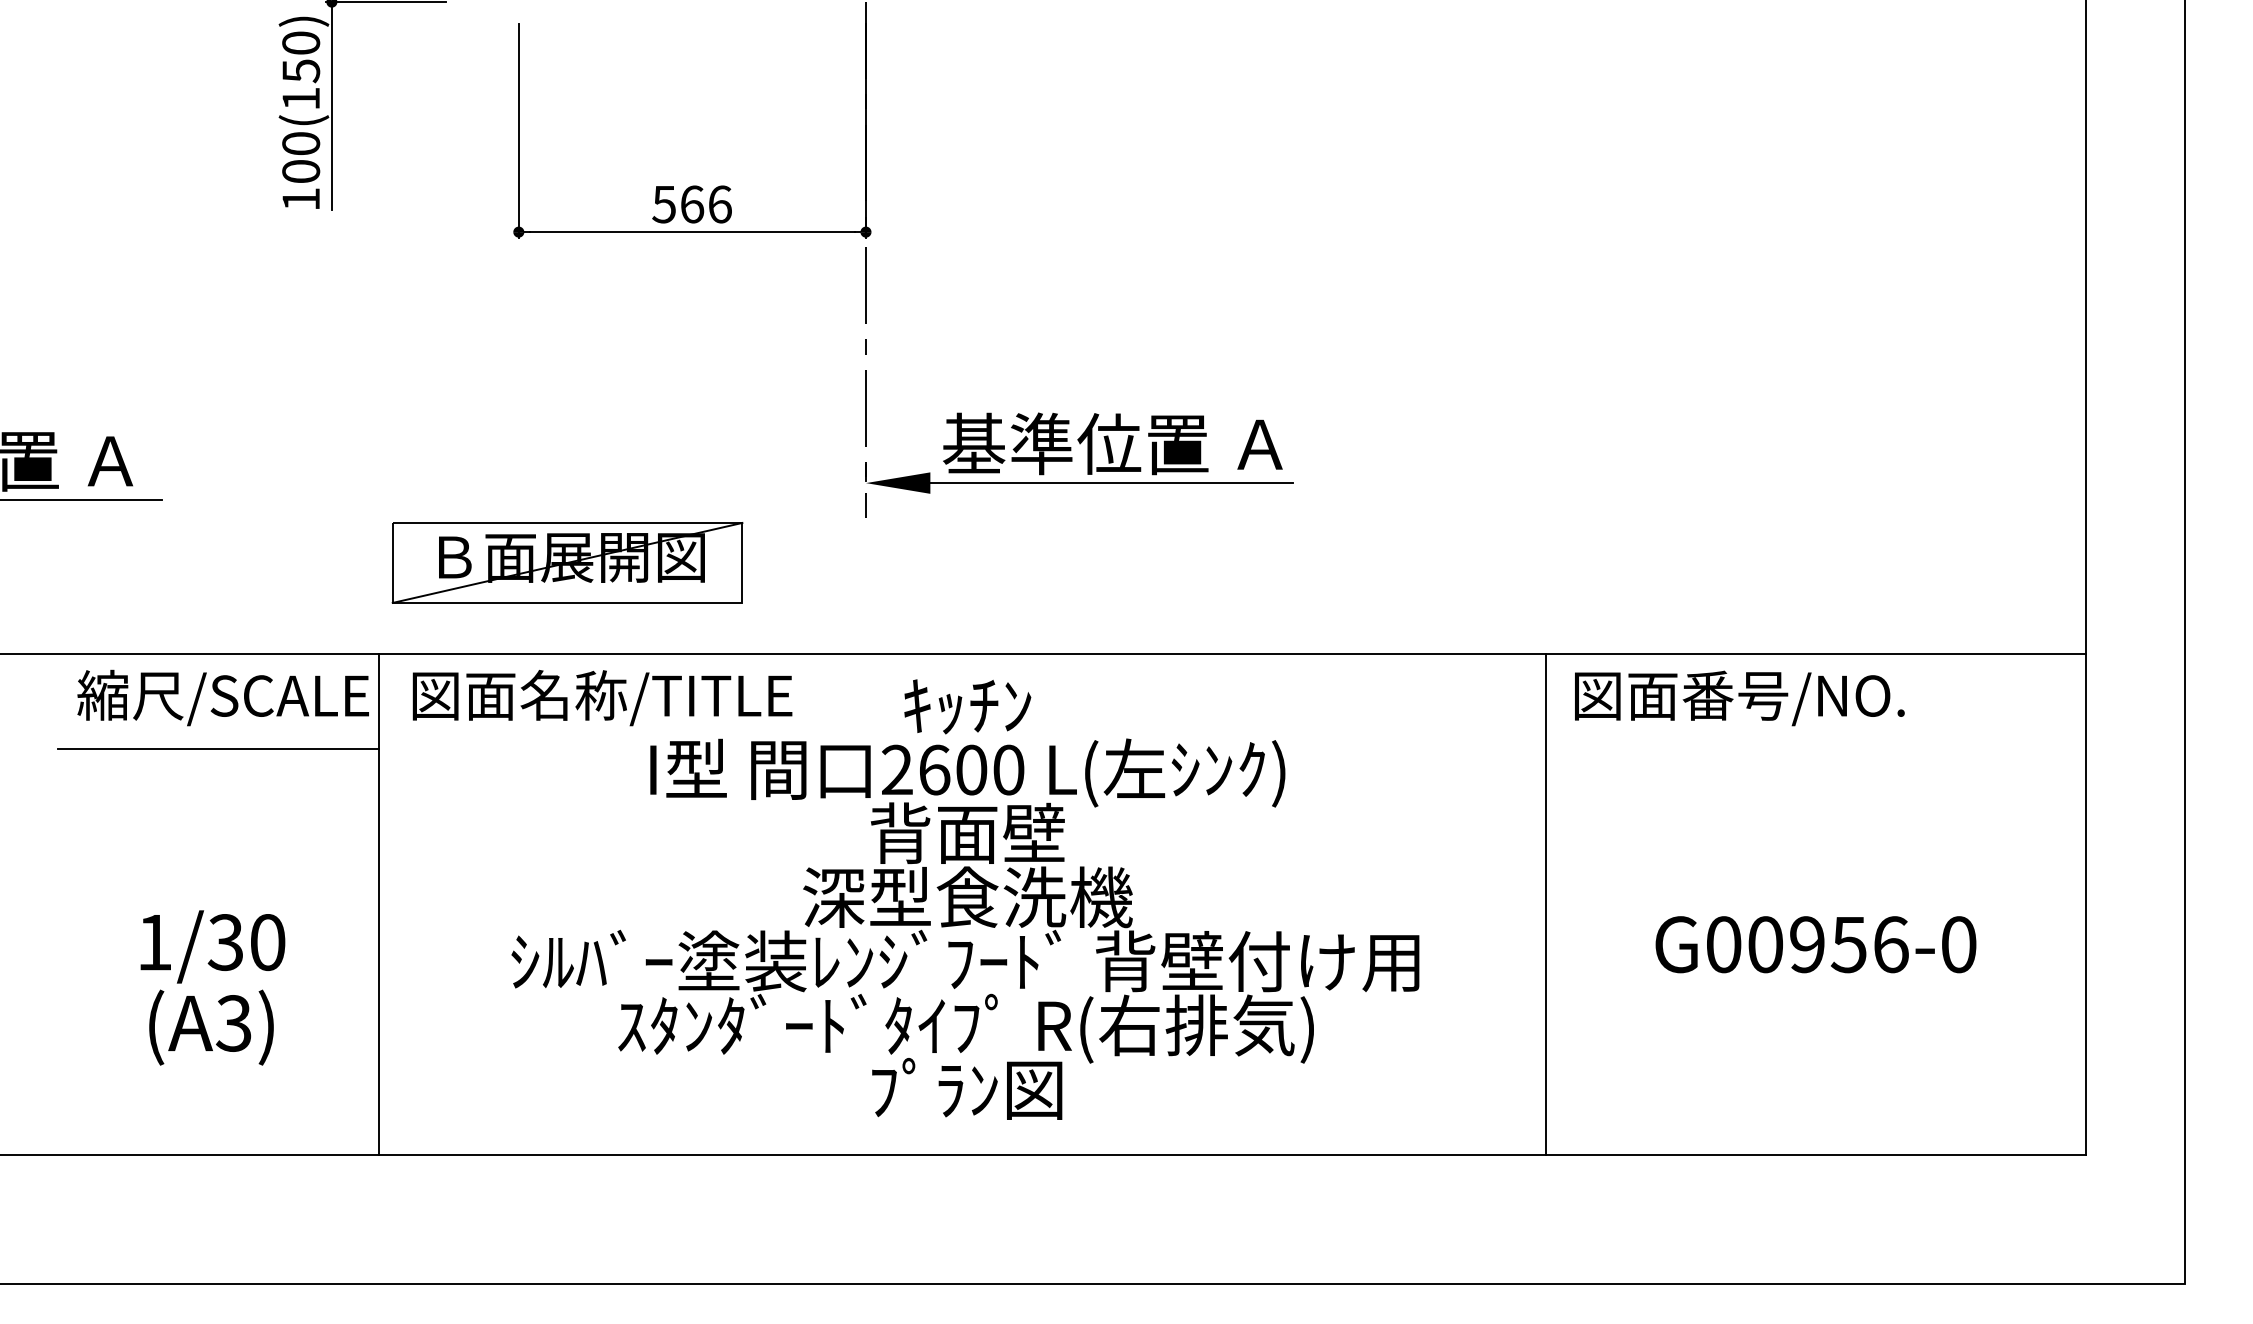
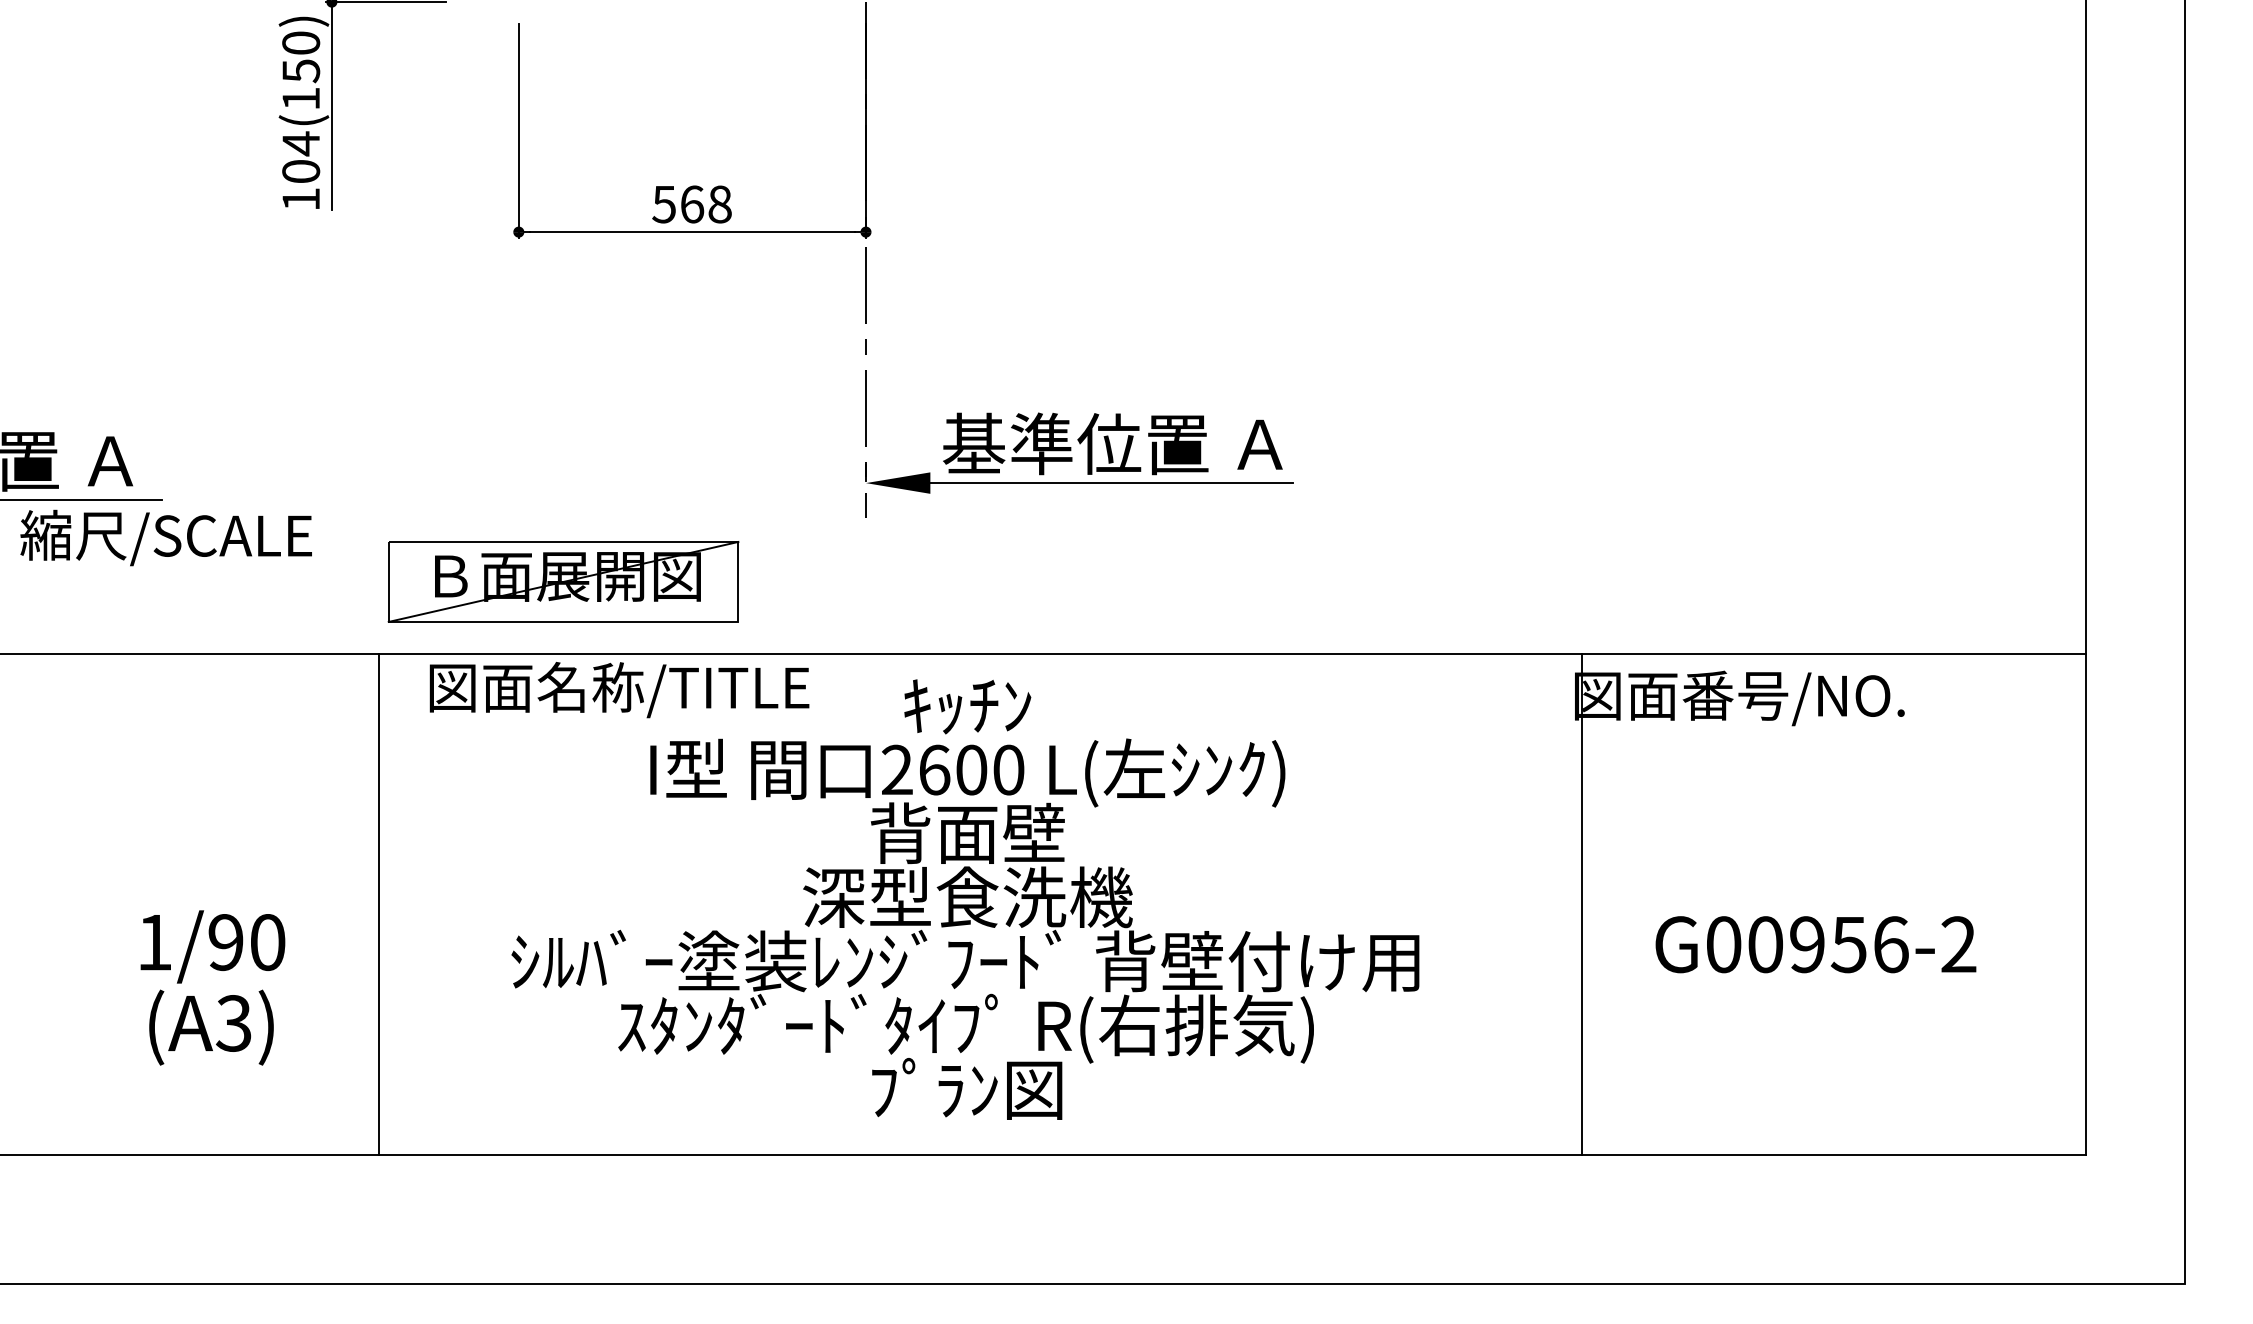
text at (301, 143): 100(150) -> 104(150)
text at (719, 204): 566 -> 568
part at (567, 562) position: (567, 562) -> (563, 581)
text at (222, 697) position: (222, 697) -> (165, 537)
text at (602, 698) position: (602, 698) -> (619, 690)
line at (218, 748): present -> none
line at (1545, 904) position: (1545, 904) -> (1581, 904)
text at (225, 942): 1/30 -> 1/90
text at (1958, 944): G00956-0 -> G00956-2
